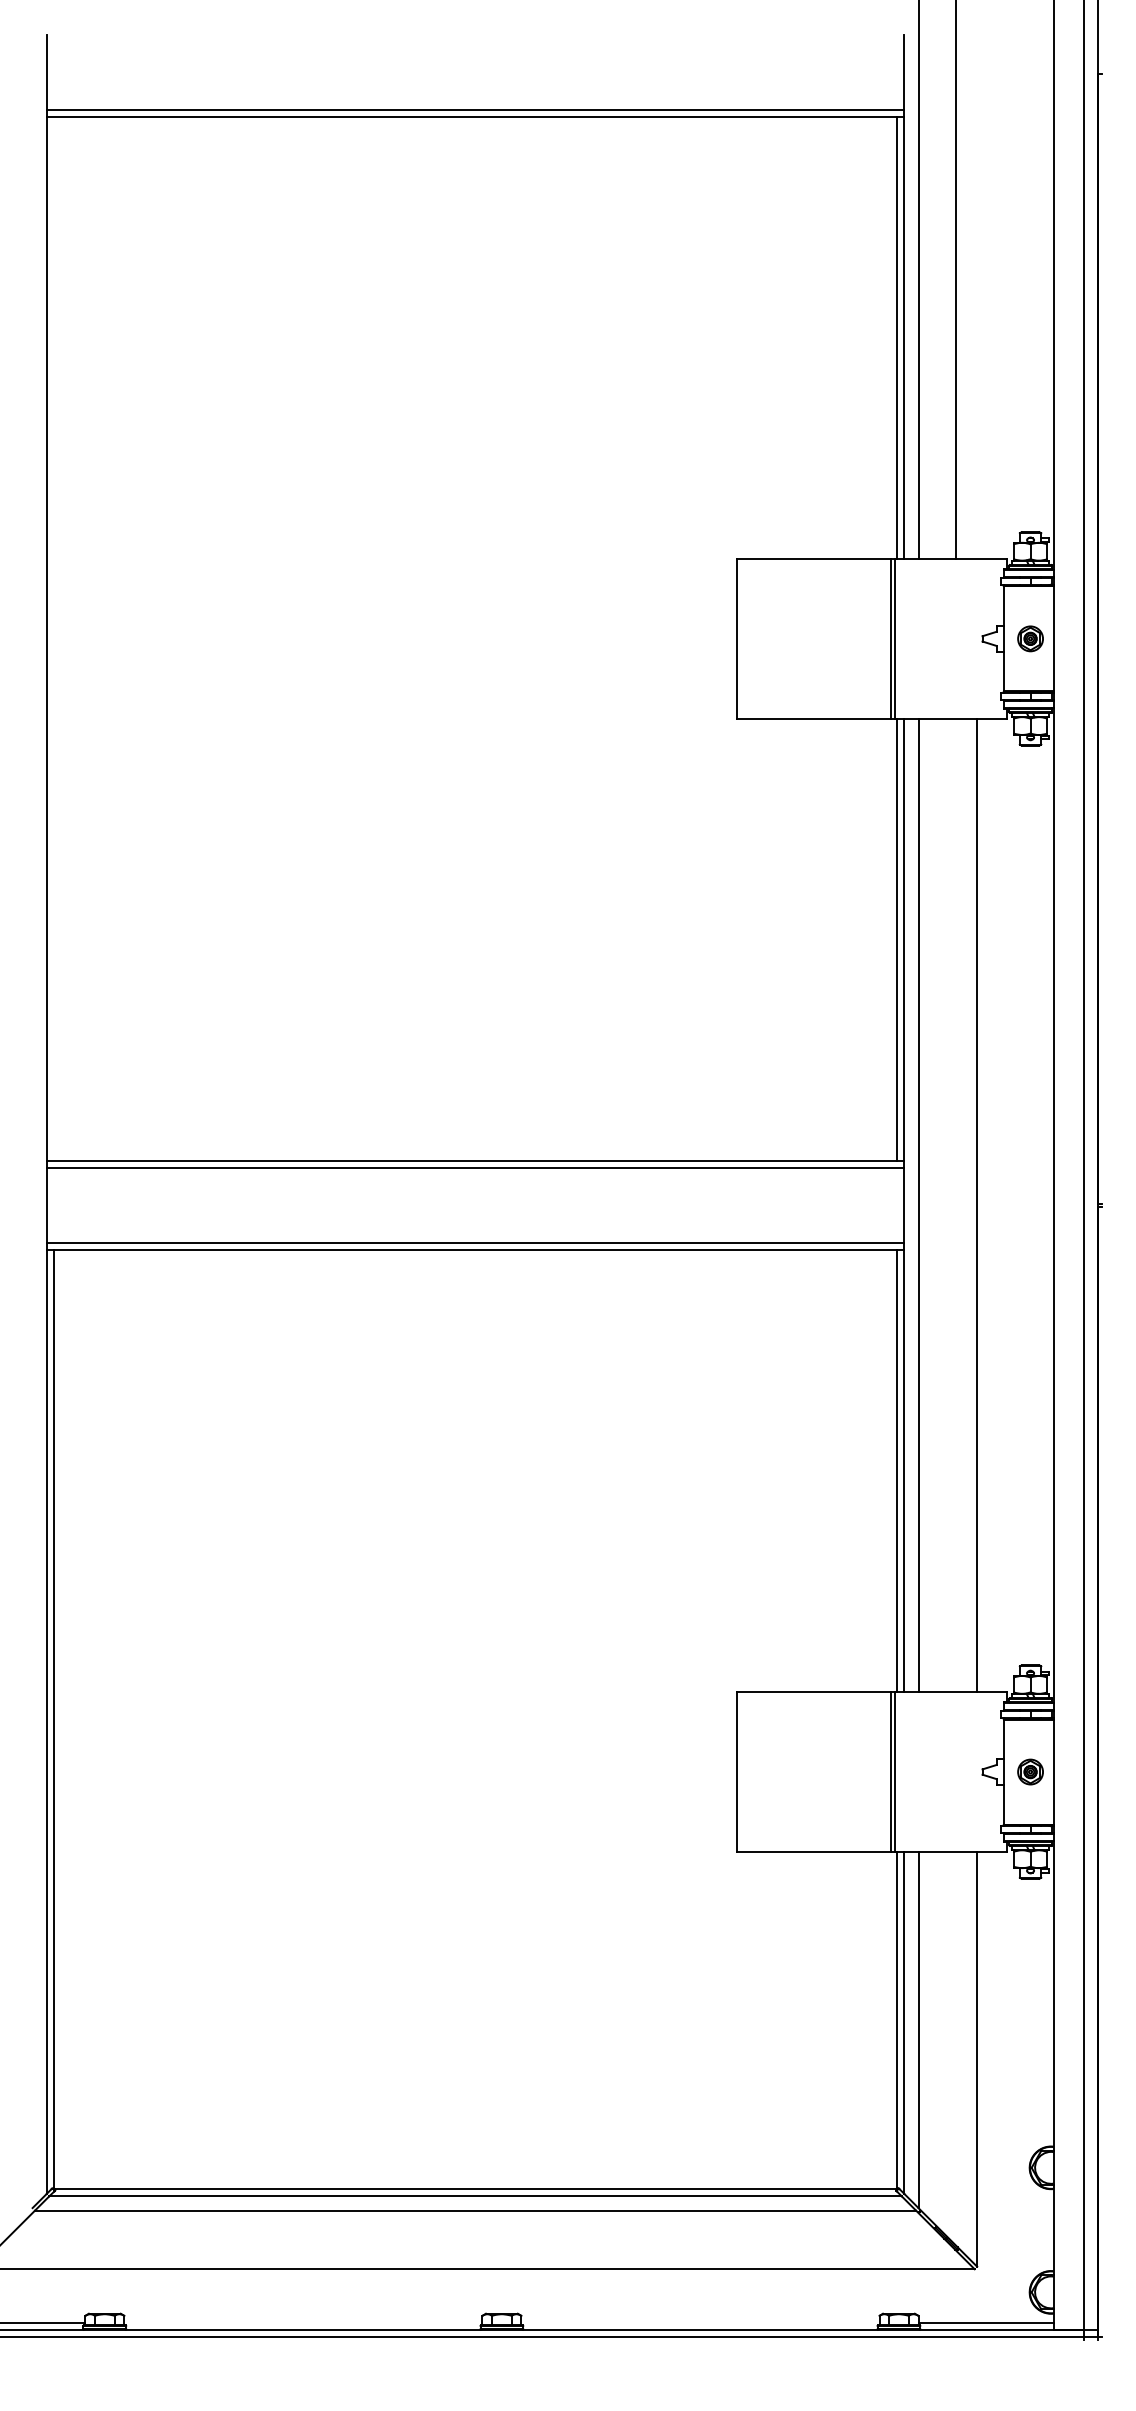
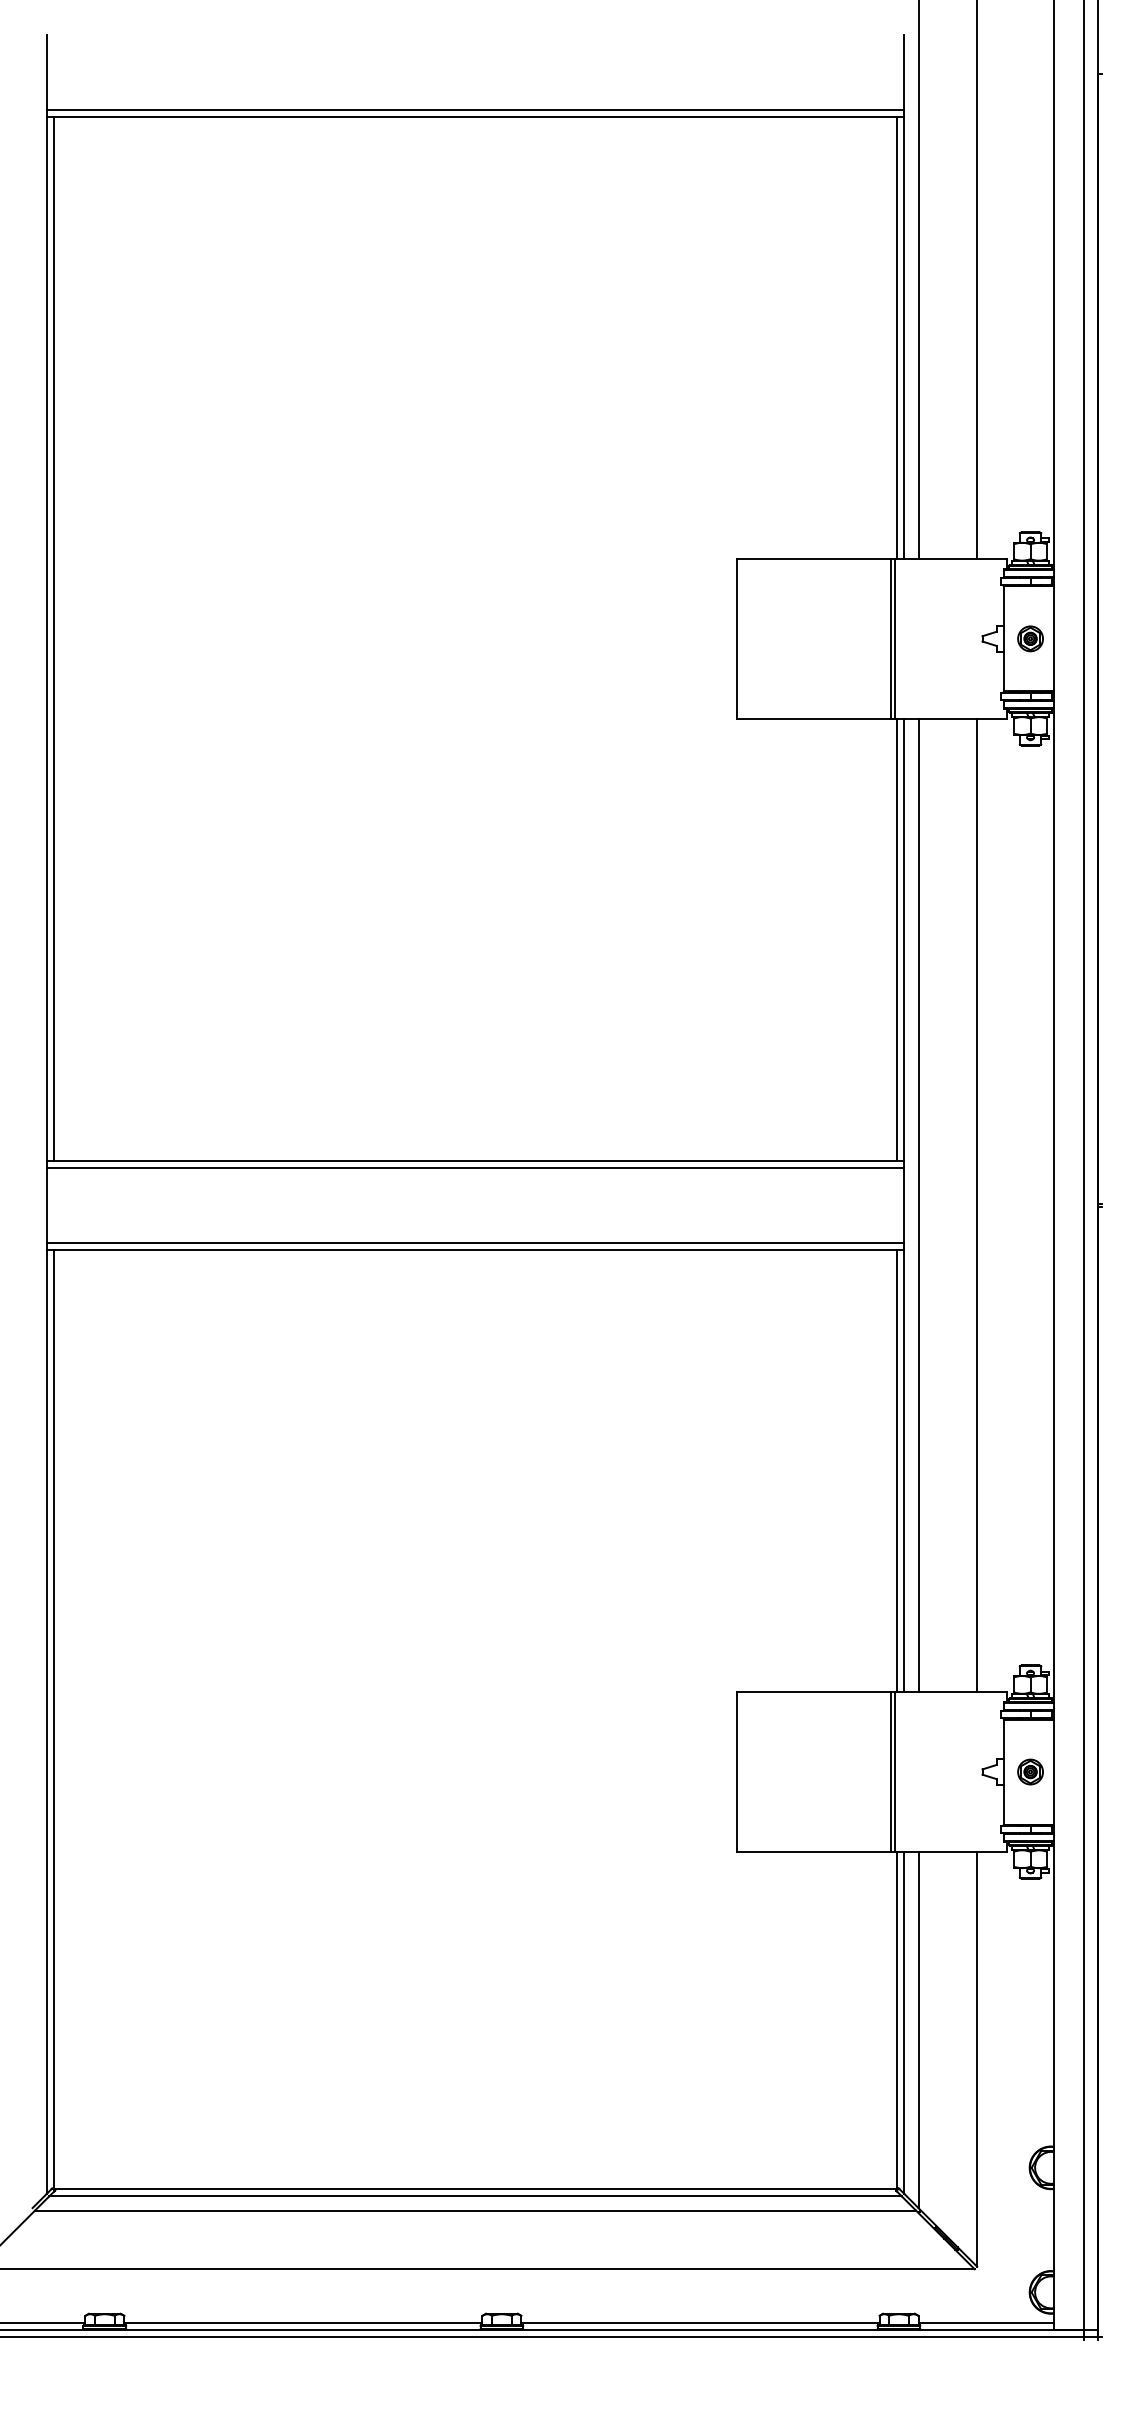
line at (956, 280) position: (956, 280) -> (977, 280)
line at (53, 638): none -> present
line at (303, 2322): none -> present
line at (700, 2322): none -> present
